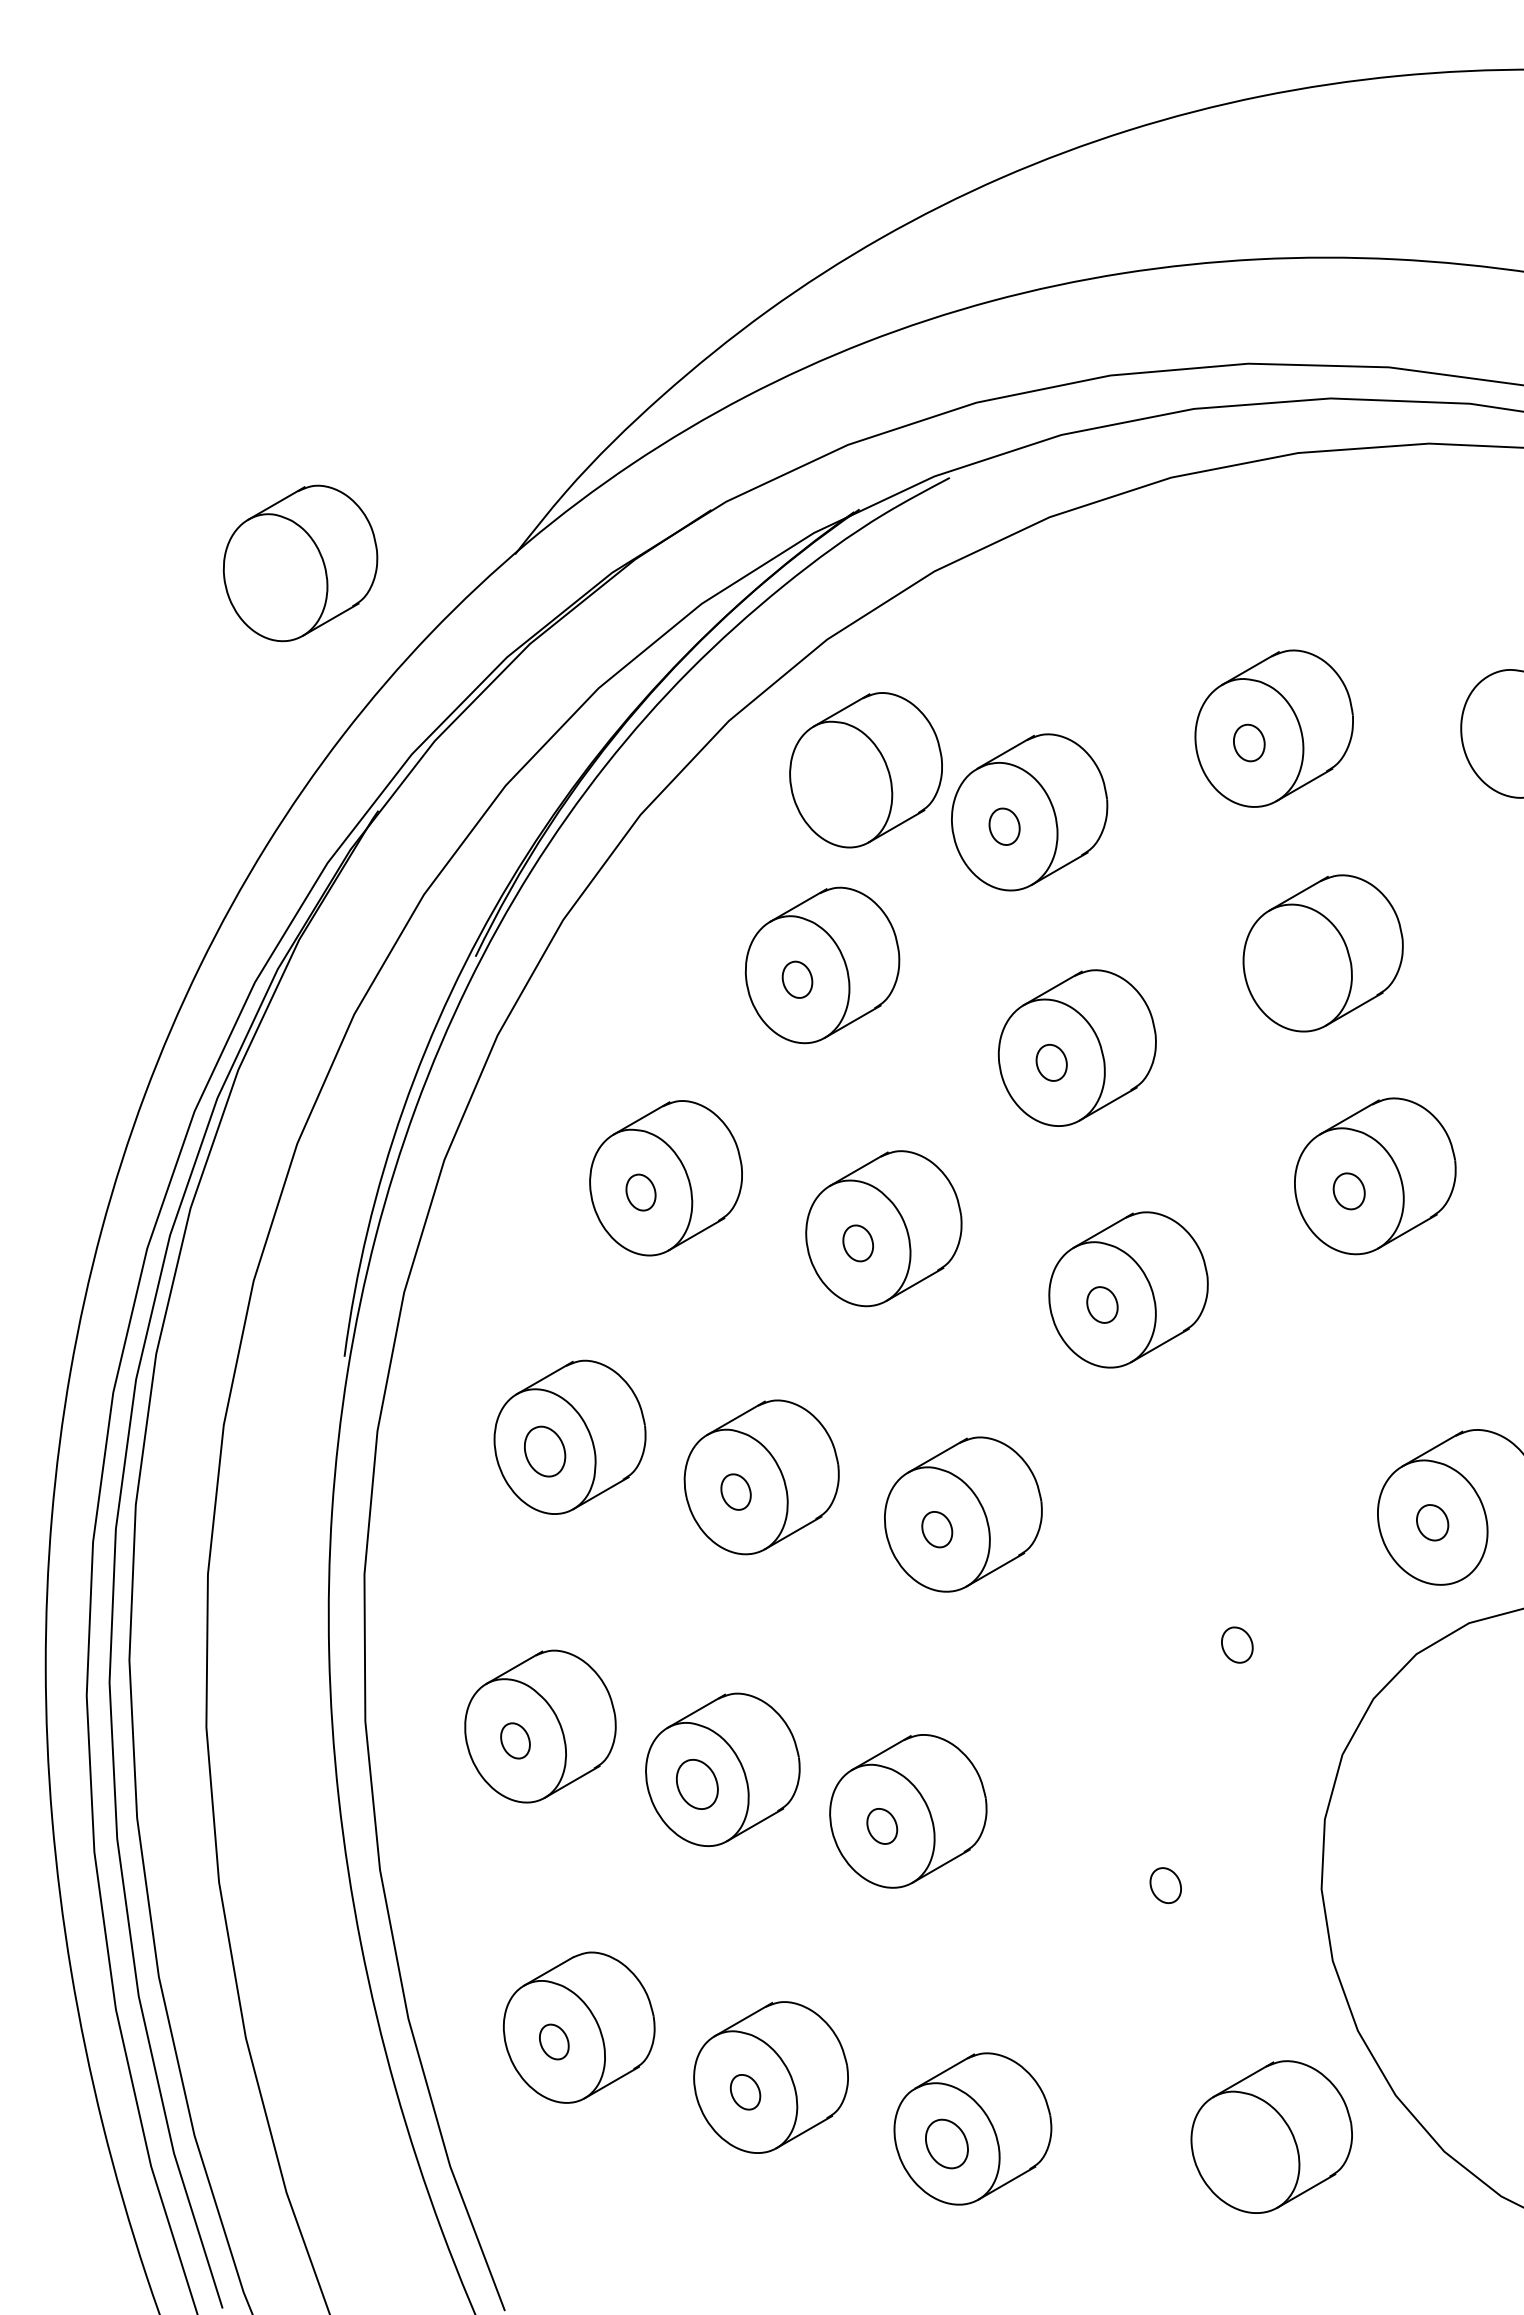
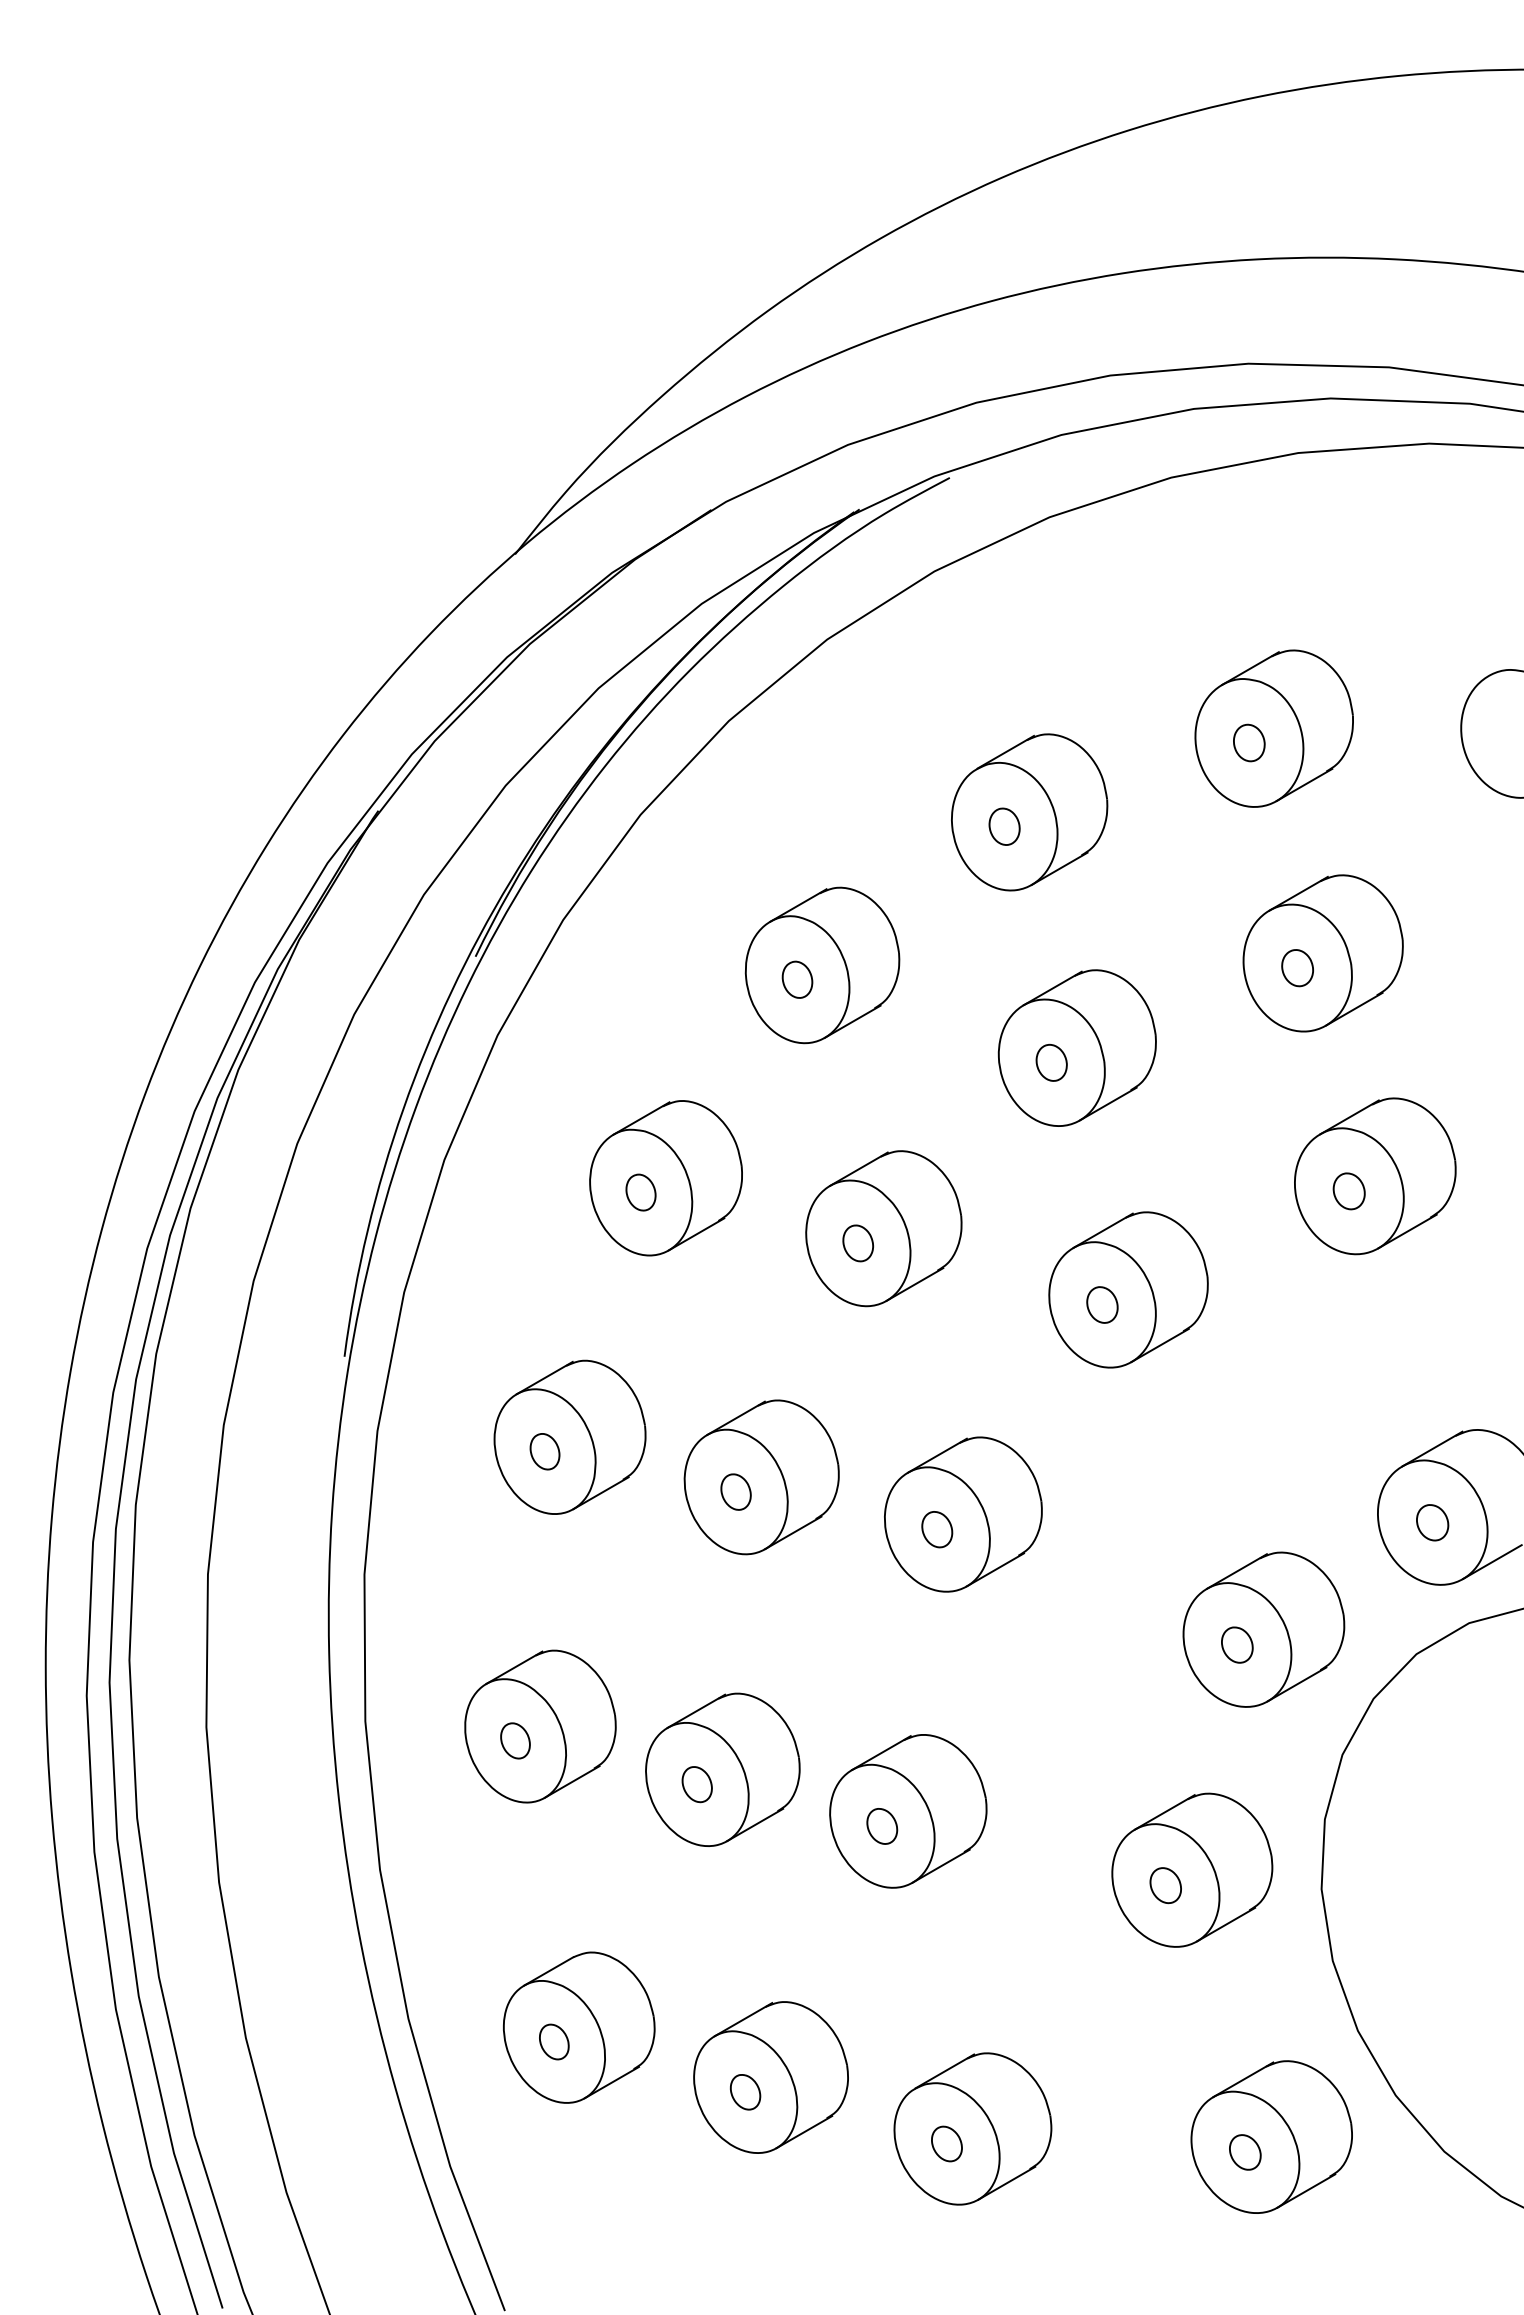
part at (300, 563): present -> none
part at (865, 770): present -> none
part at (1297, 968): none -> present
part at (545, 1451) size: 43x53 px -> 32x38 px
line at (1491, 1561): none -> present
part at (1263, 1629): none -> present
part at (697, 1784) size: 43x51 px -> 32x38 px
part at (1192, 1869): none -> present
part at (946, 2143) size: 44x52 px -> 32x38 px
part at (1245, 2152): none -> present
